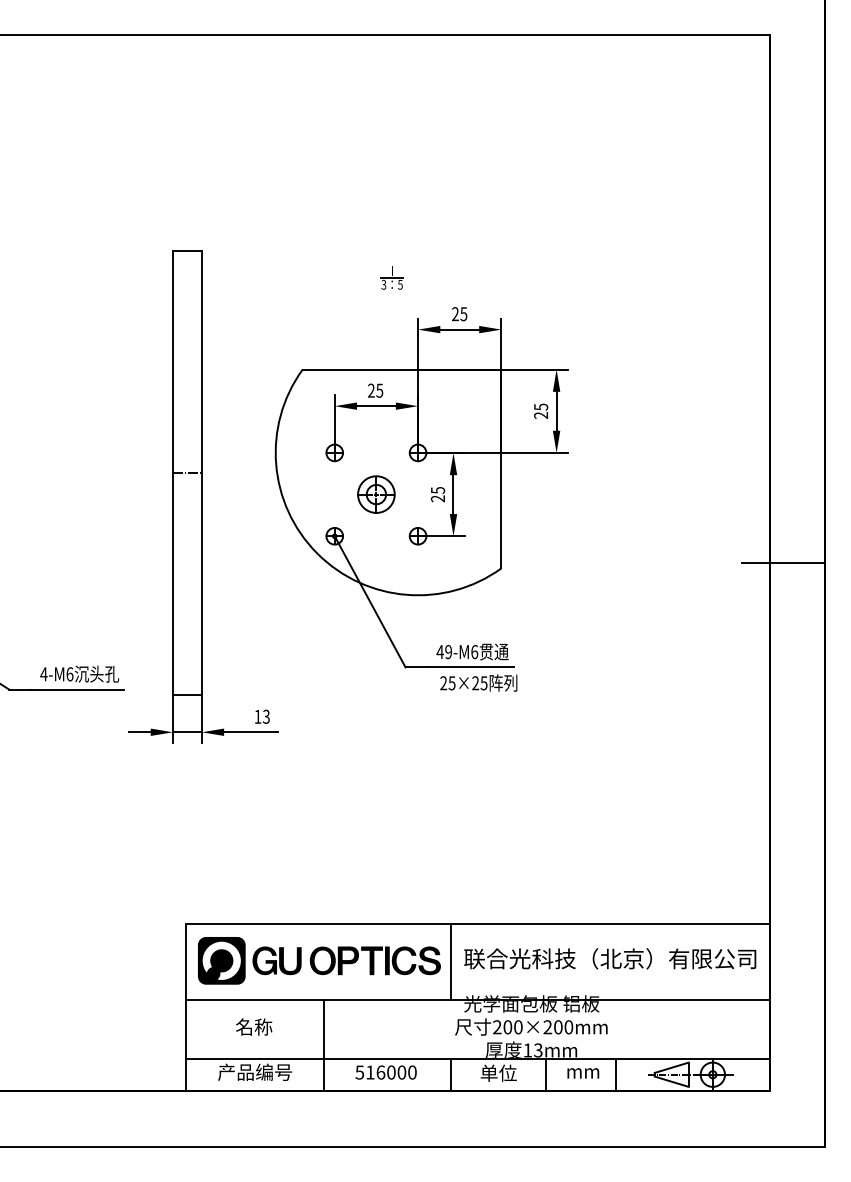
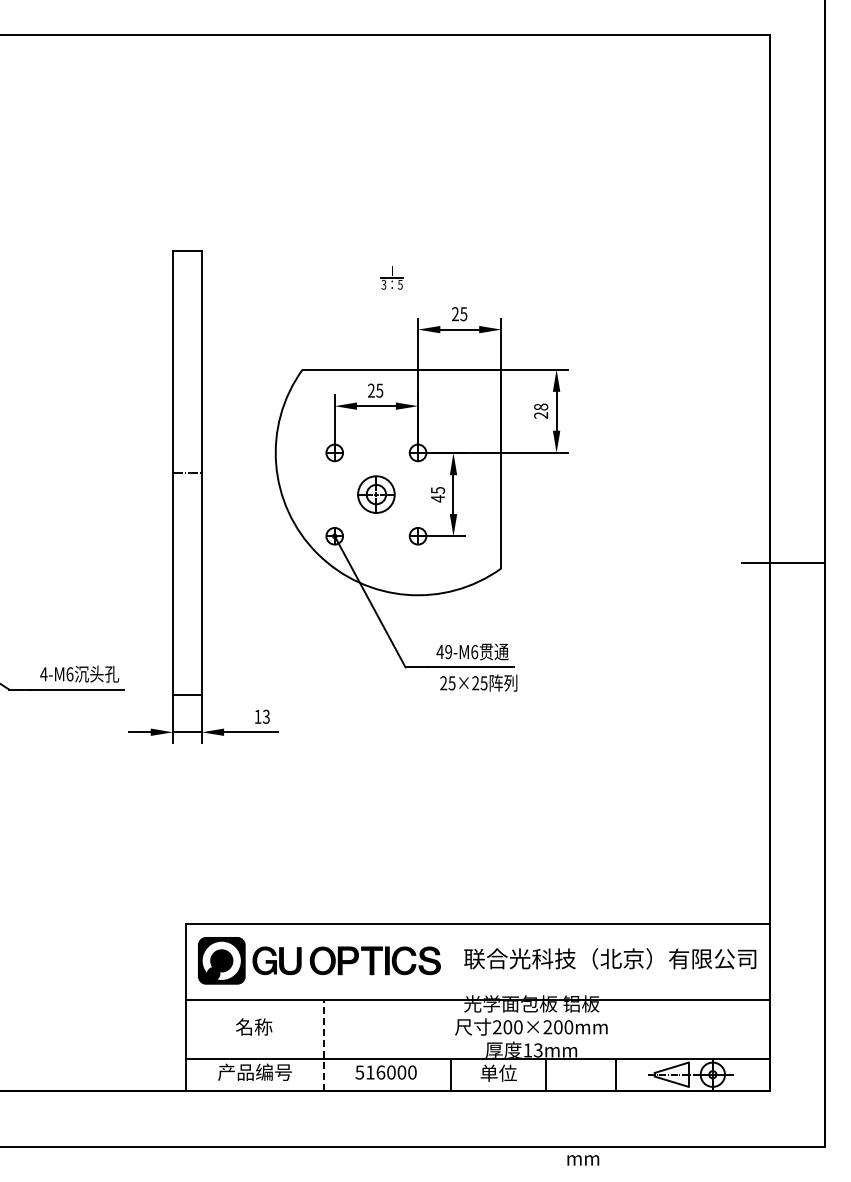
text at (541, 406): 25 -> 28
text at (437, 498): 25 -> 45
line at (451, 961): present -> none
line at (324, 1045): solid -> dashed
text at (583, 1073) position: (583, 1073) -> (583, 1160)
